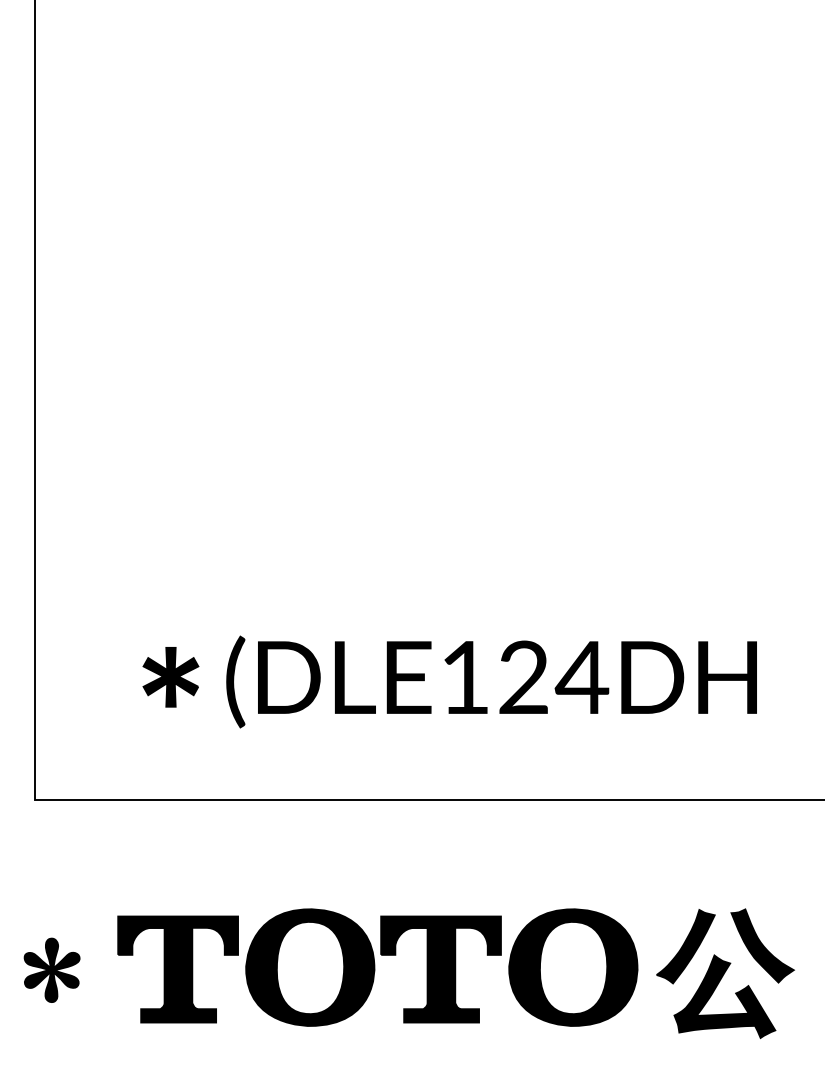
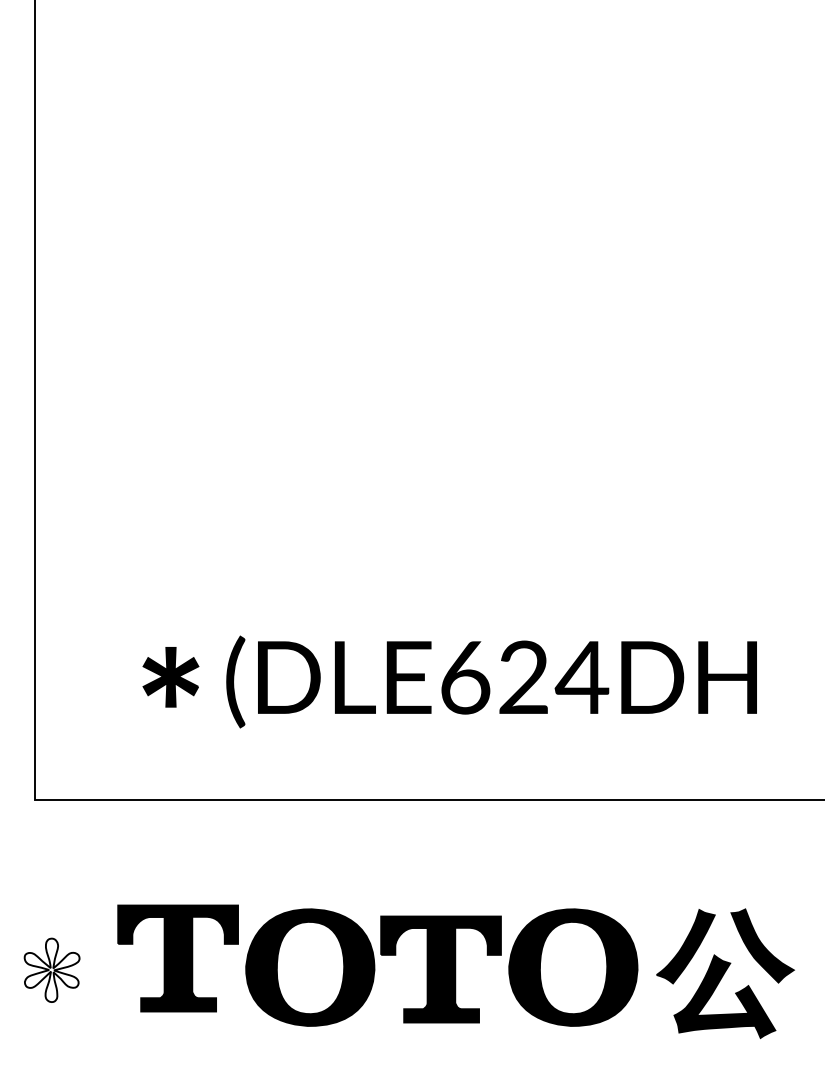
text at (465, 677): (DLE124DH -> (DLE624DH
part at (177, 969) position: (177, 969) -> (177, 958)
fill at (51, 970): present -> none
